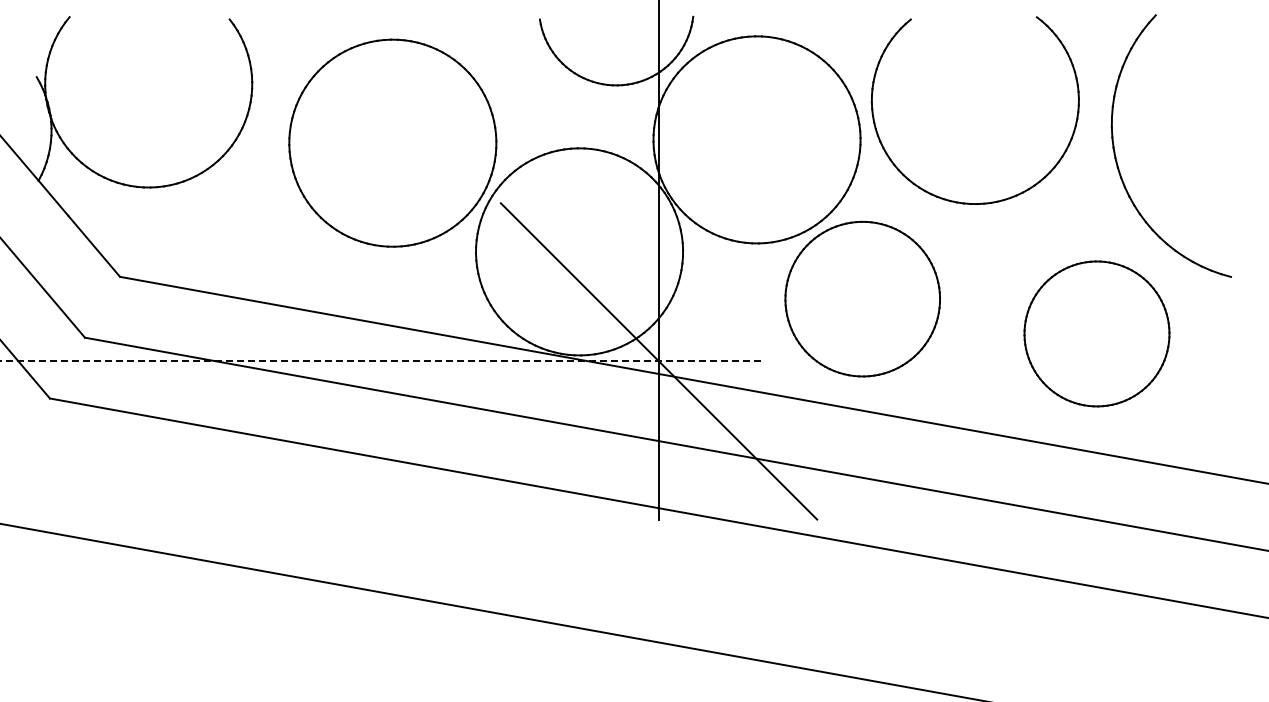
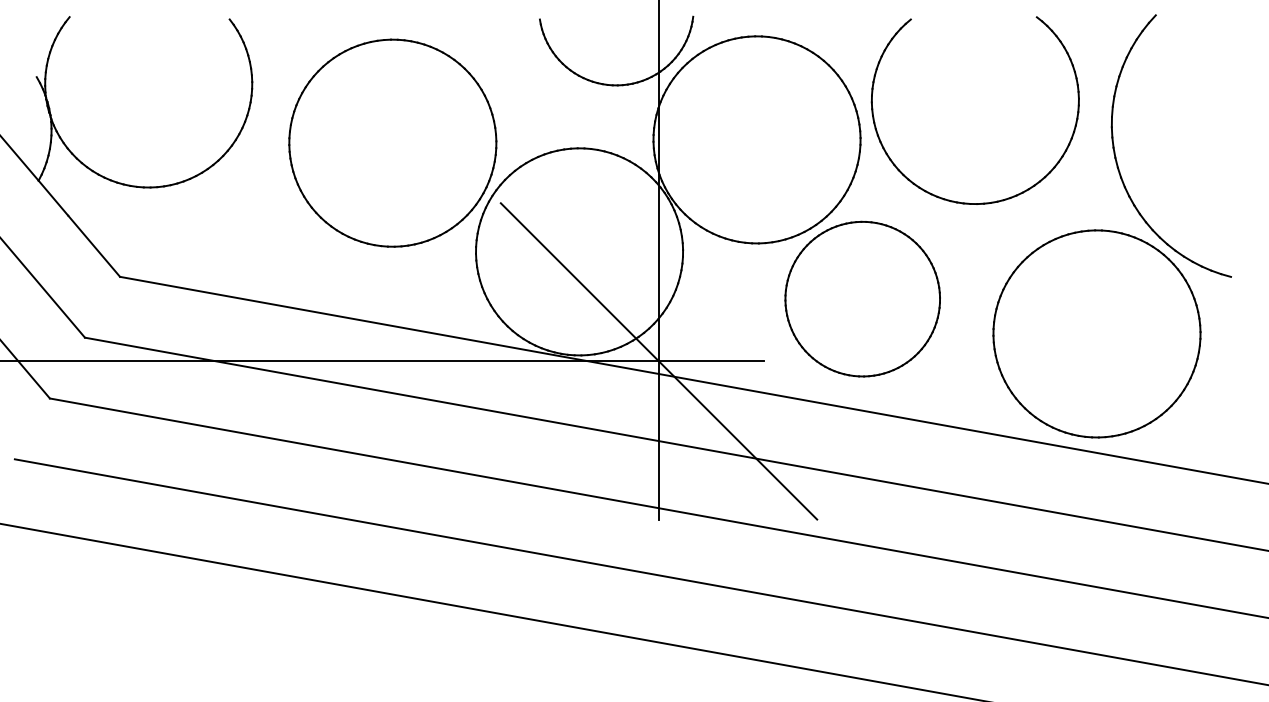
part at (1096, 333) size: 148x148 px -> 210x210 px
line at (382, 361): dashed -> solid
line at (639, 571): none -> present
